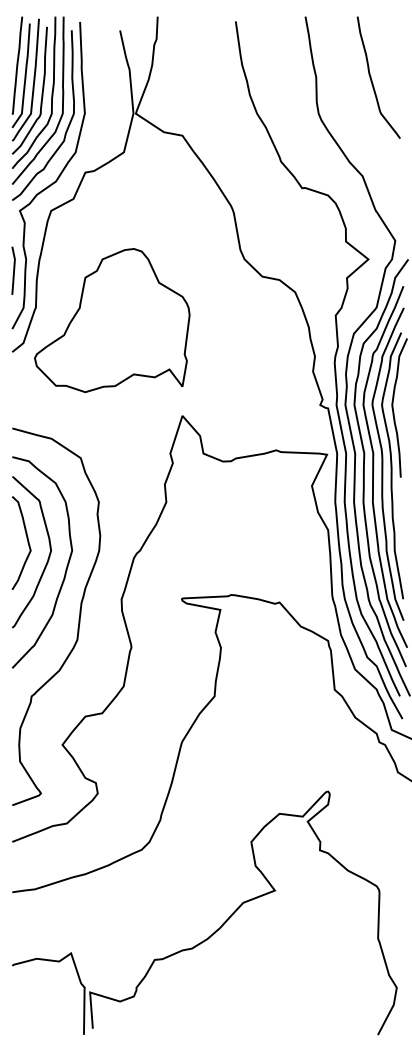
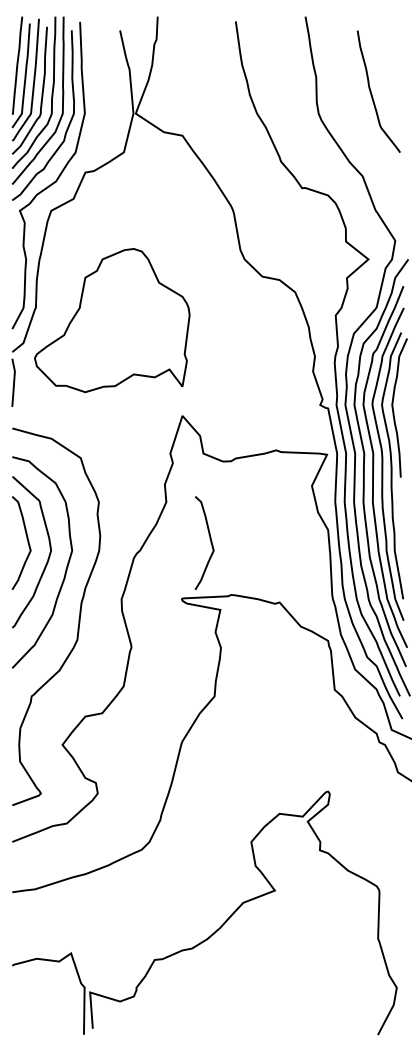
curve at (372, 79) position: (372, 79) -> (372, 93)
line at (13, 270) position: (13, 270) -> (13, 382)
curve at (210, 542): none -> present
